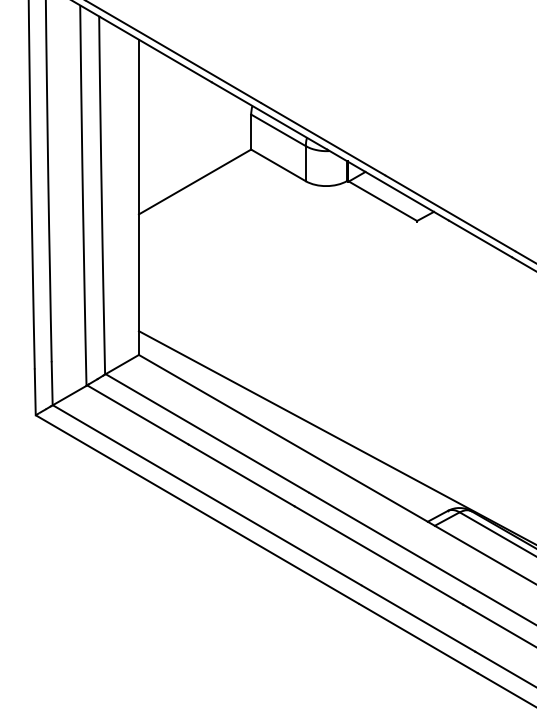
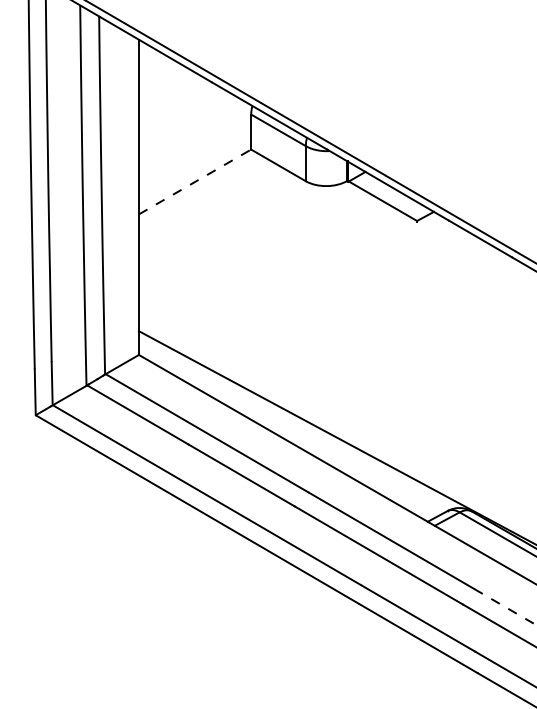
line at (195, 182): solid -> dashed
line at (505, 606): solid -> dashed
